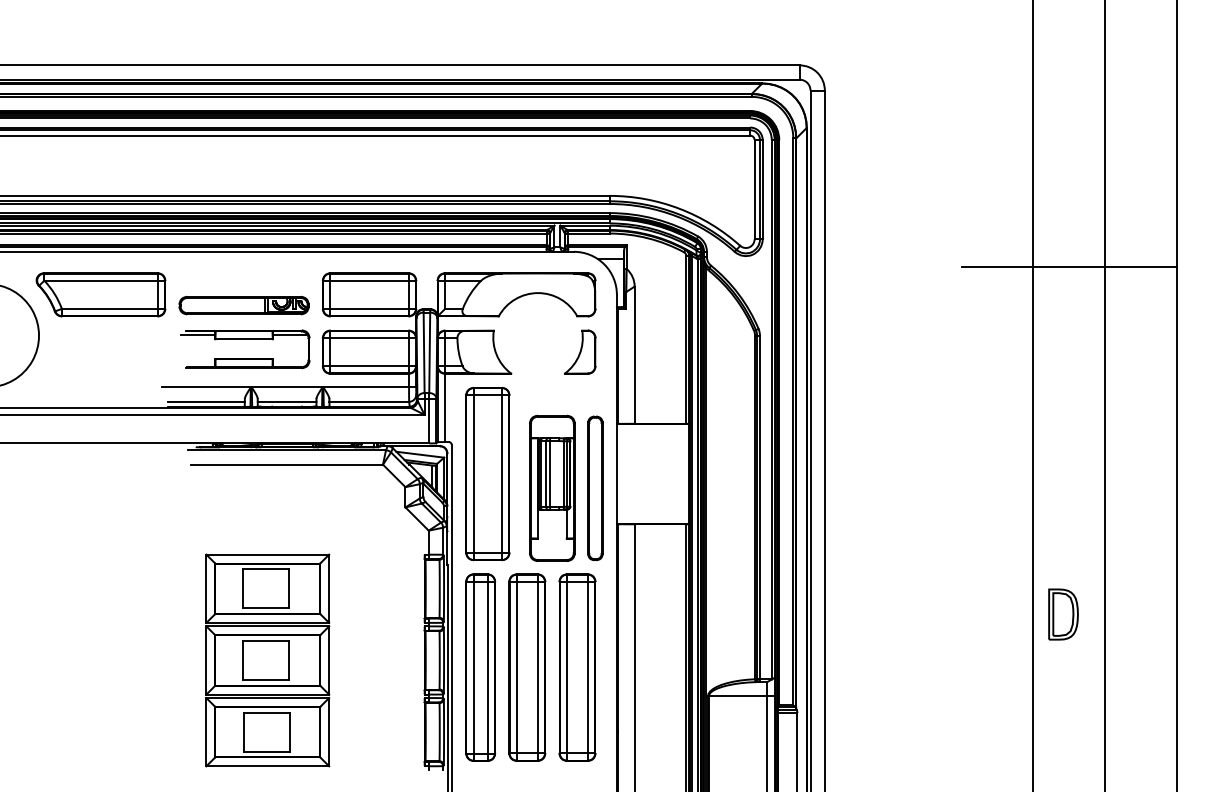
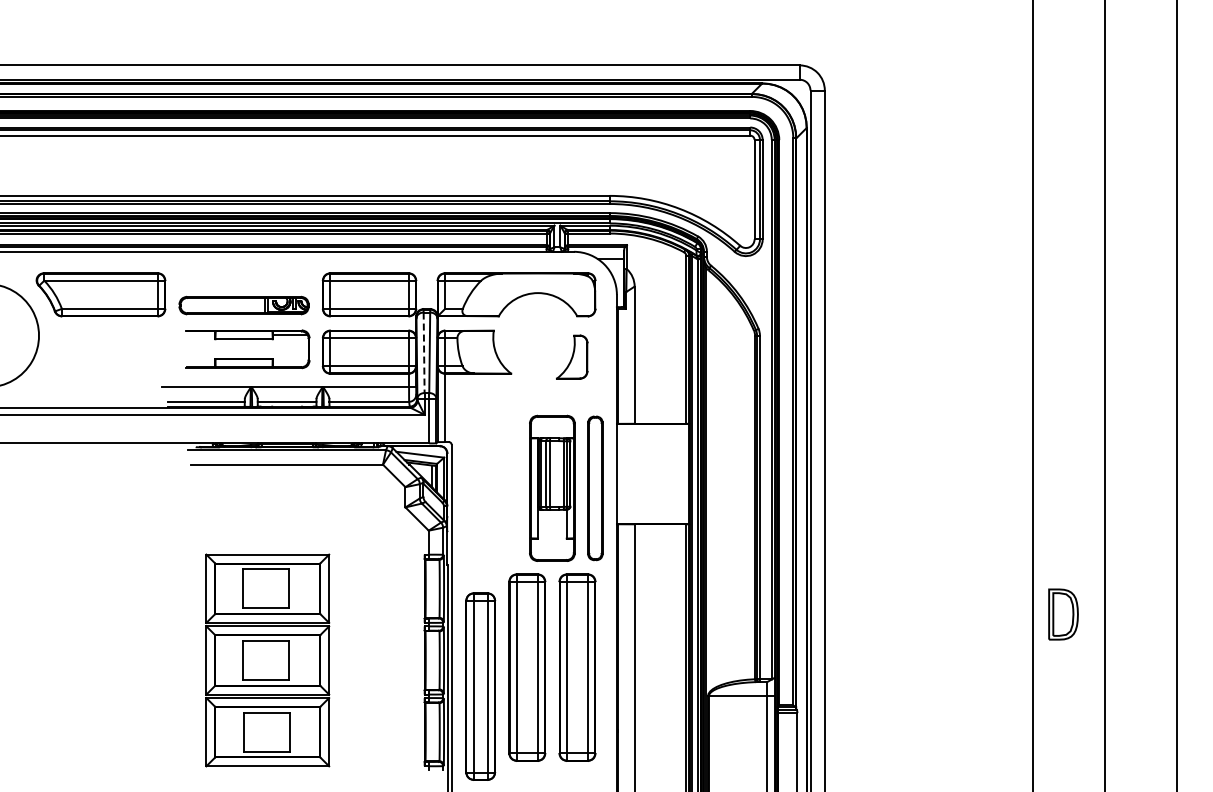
line at (1068, 266): present -> none
line at (197, 334): present -> none
part at (580, 351) position: (580, 351) -> (572, 356)
line at (424, 353): solid -> dashed
part at (487, 474): present -> none
part at (480, 667) position: (480, 667) -> (480, 686)
